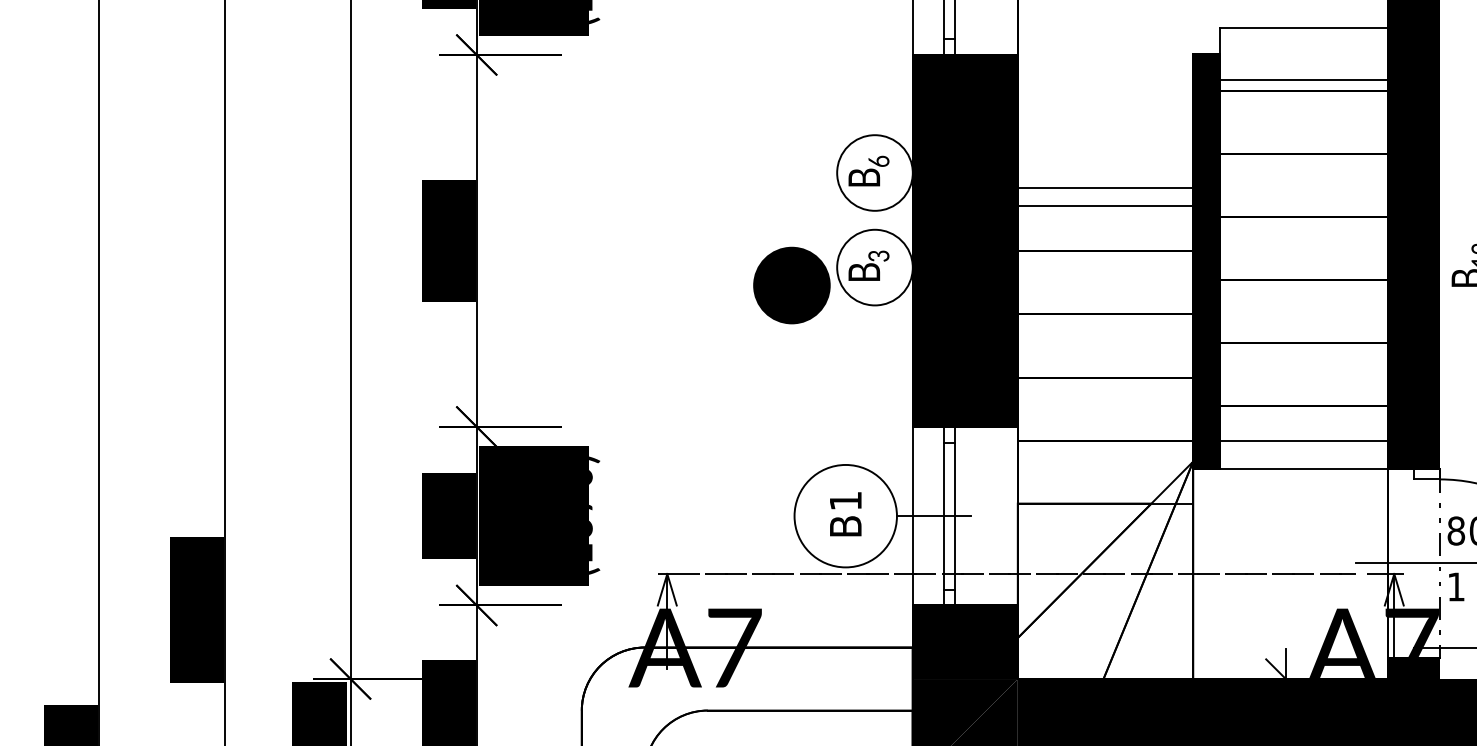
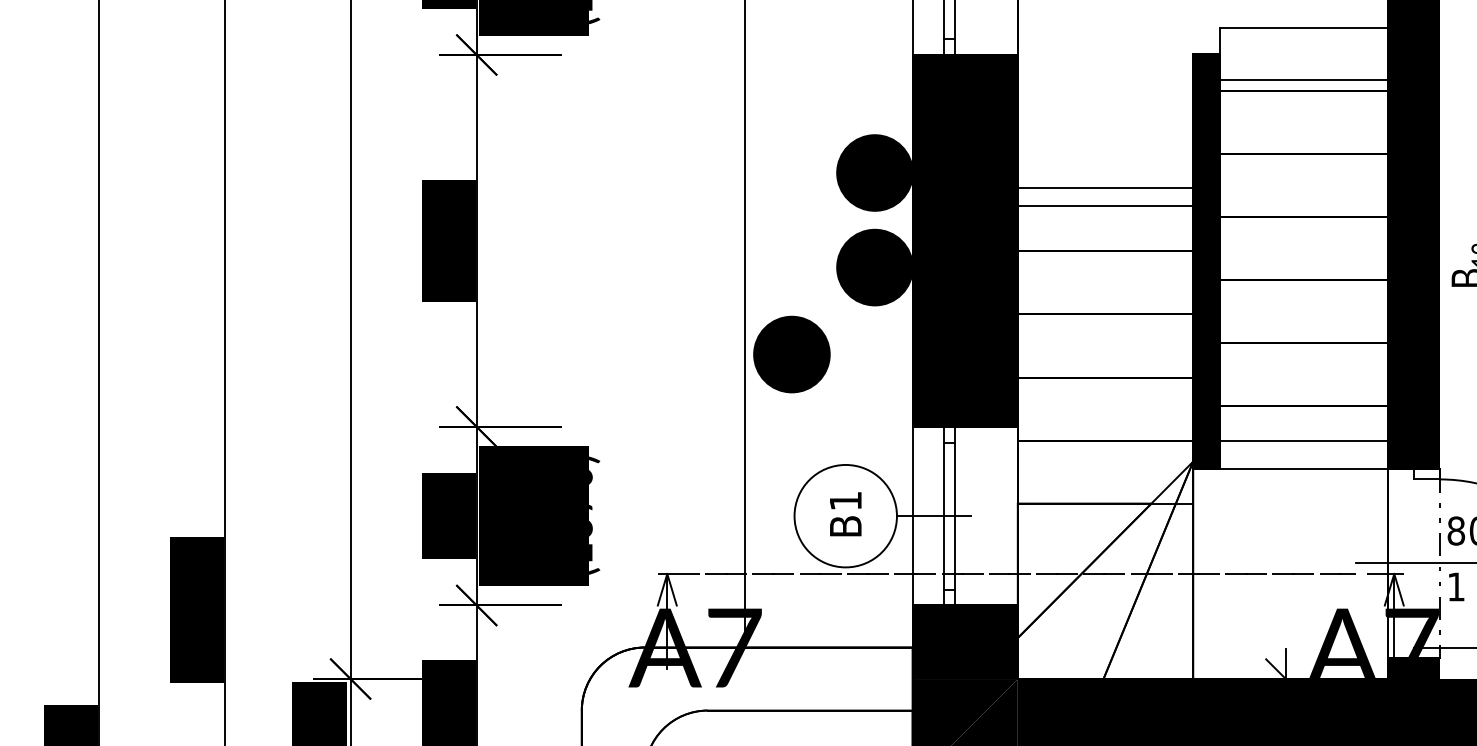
fill at (874, 172): none -> present
fill at (874, 267): none -> present
part at (791, 285) position: (791, 285) -> (791, 354)
line at (744, 324): none -> present
